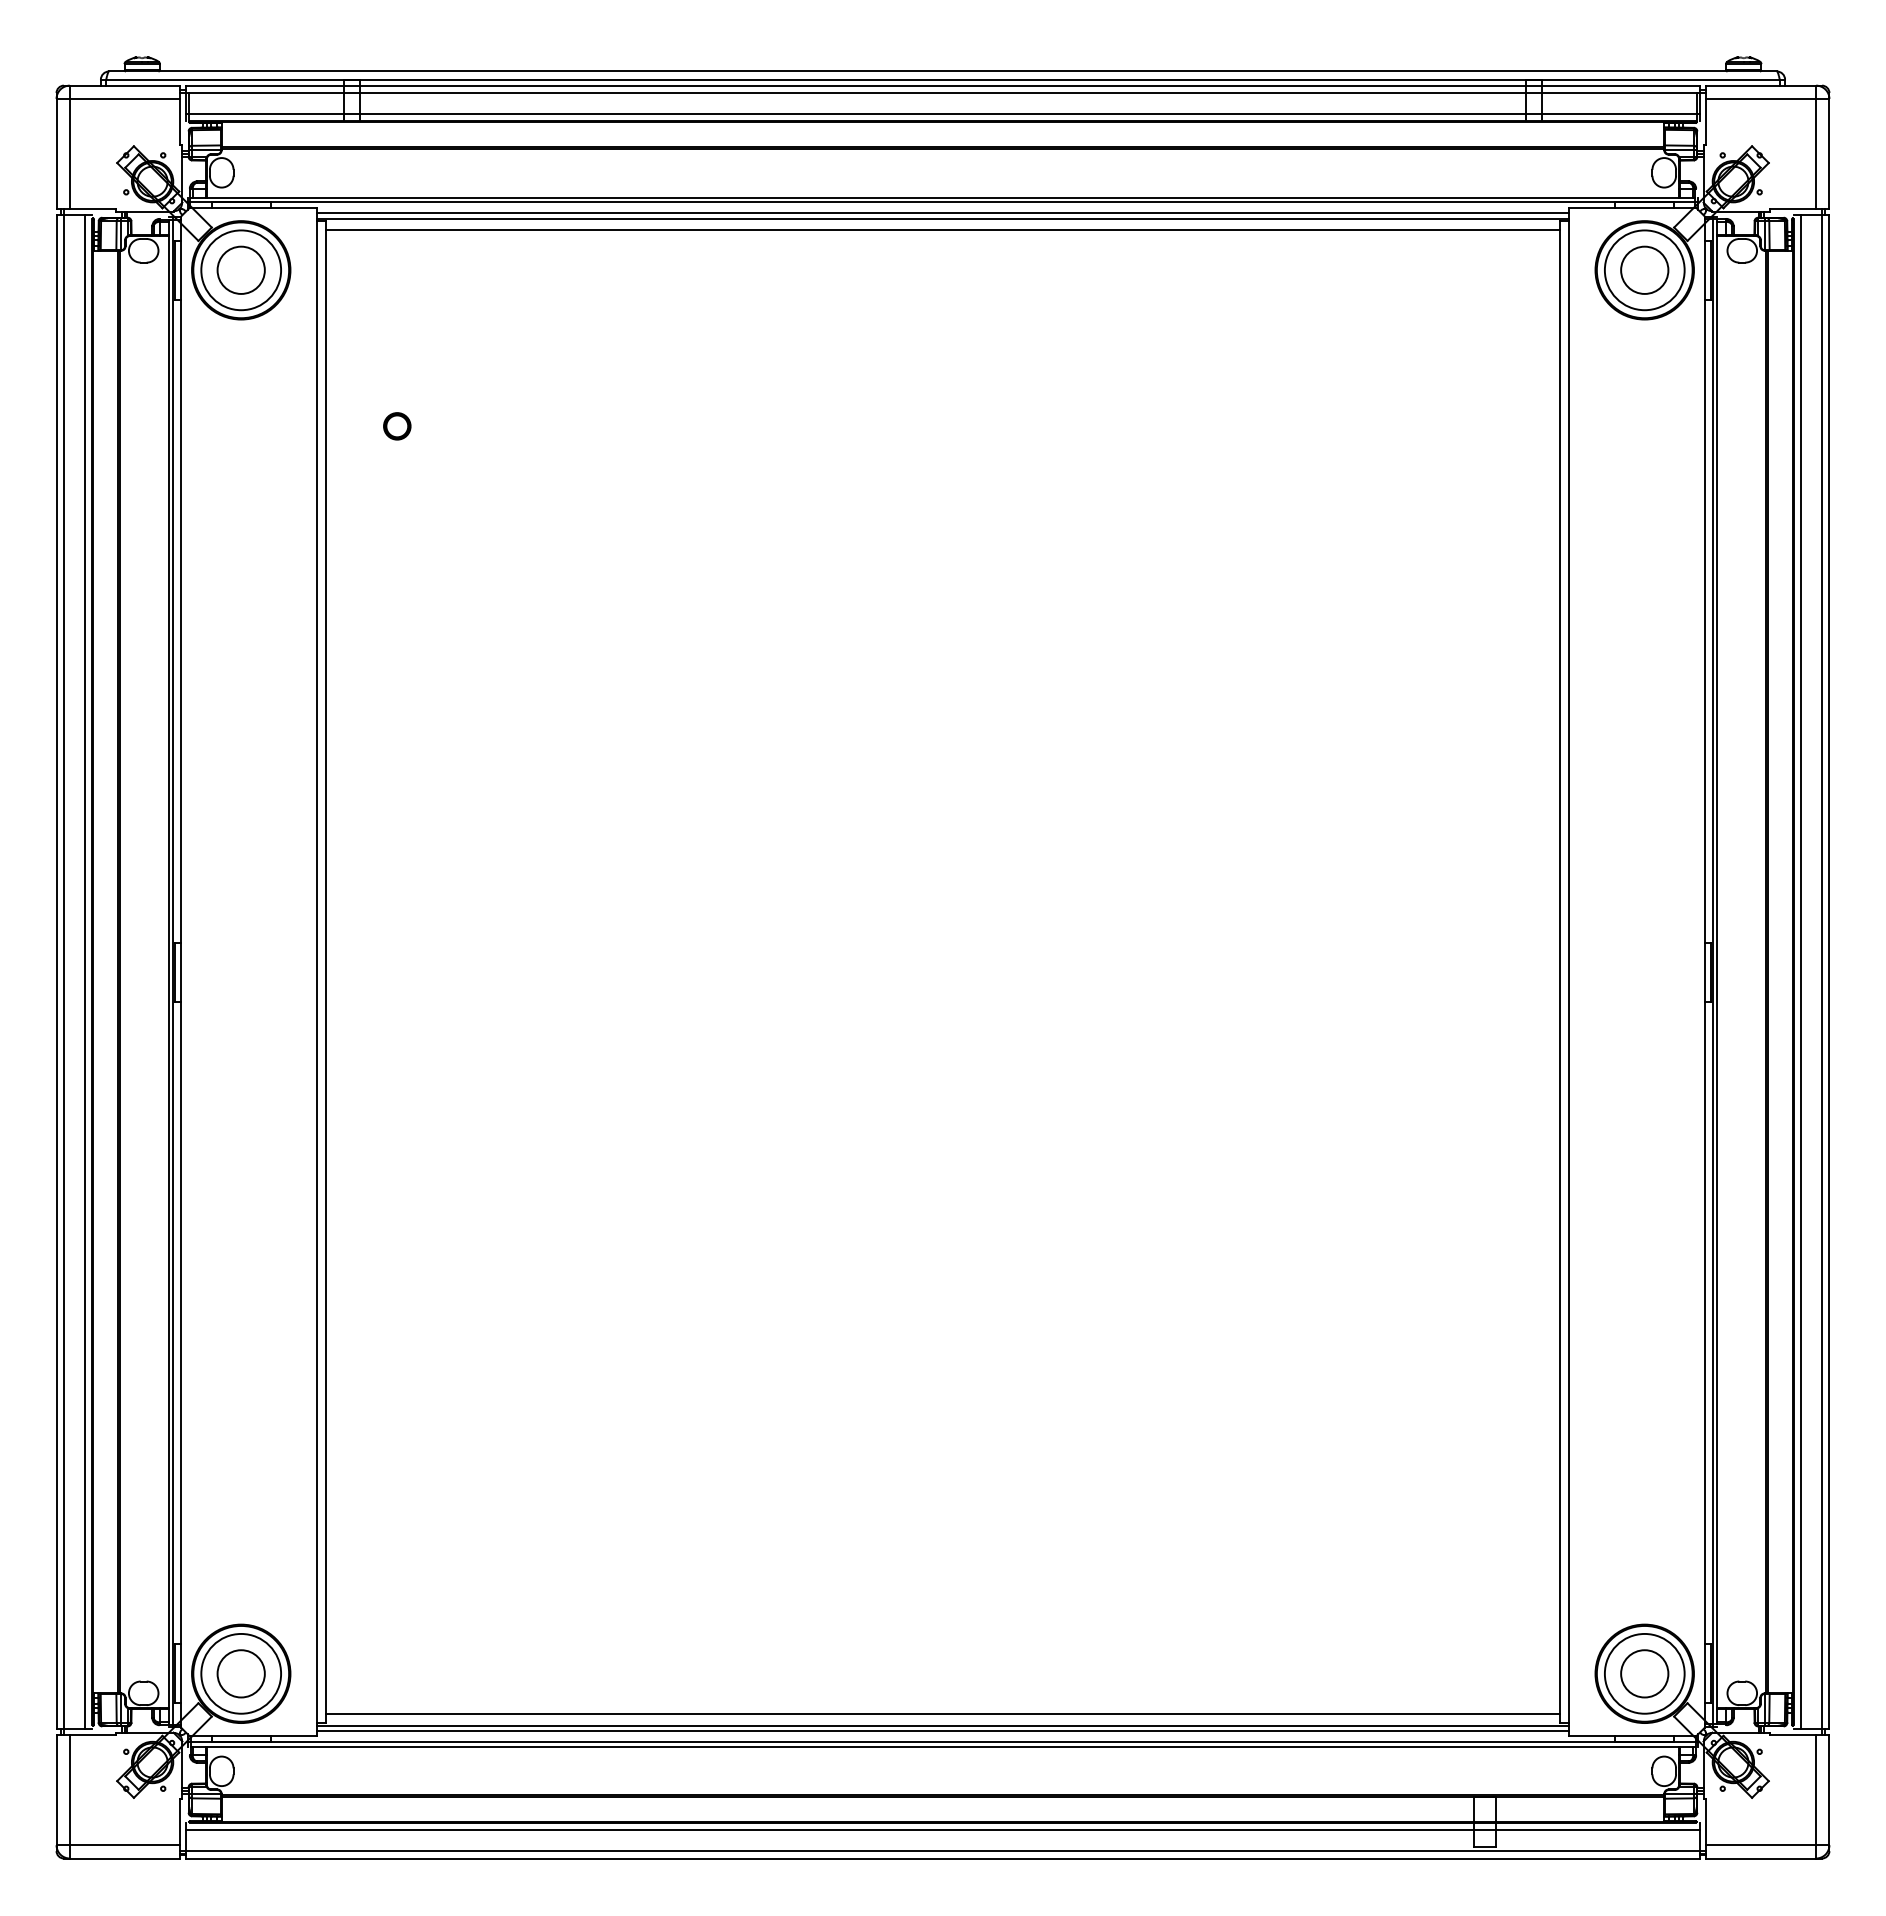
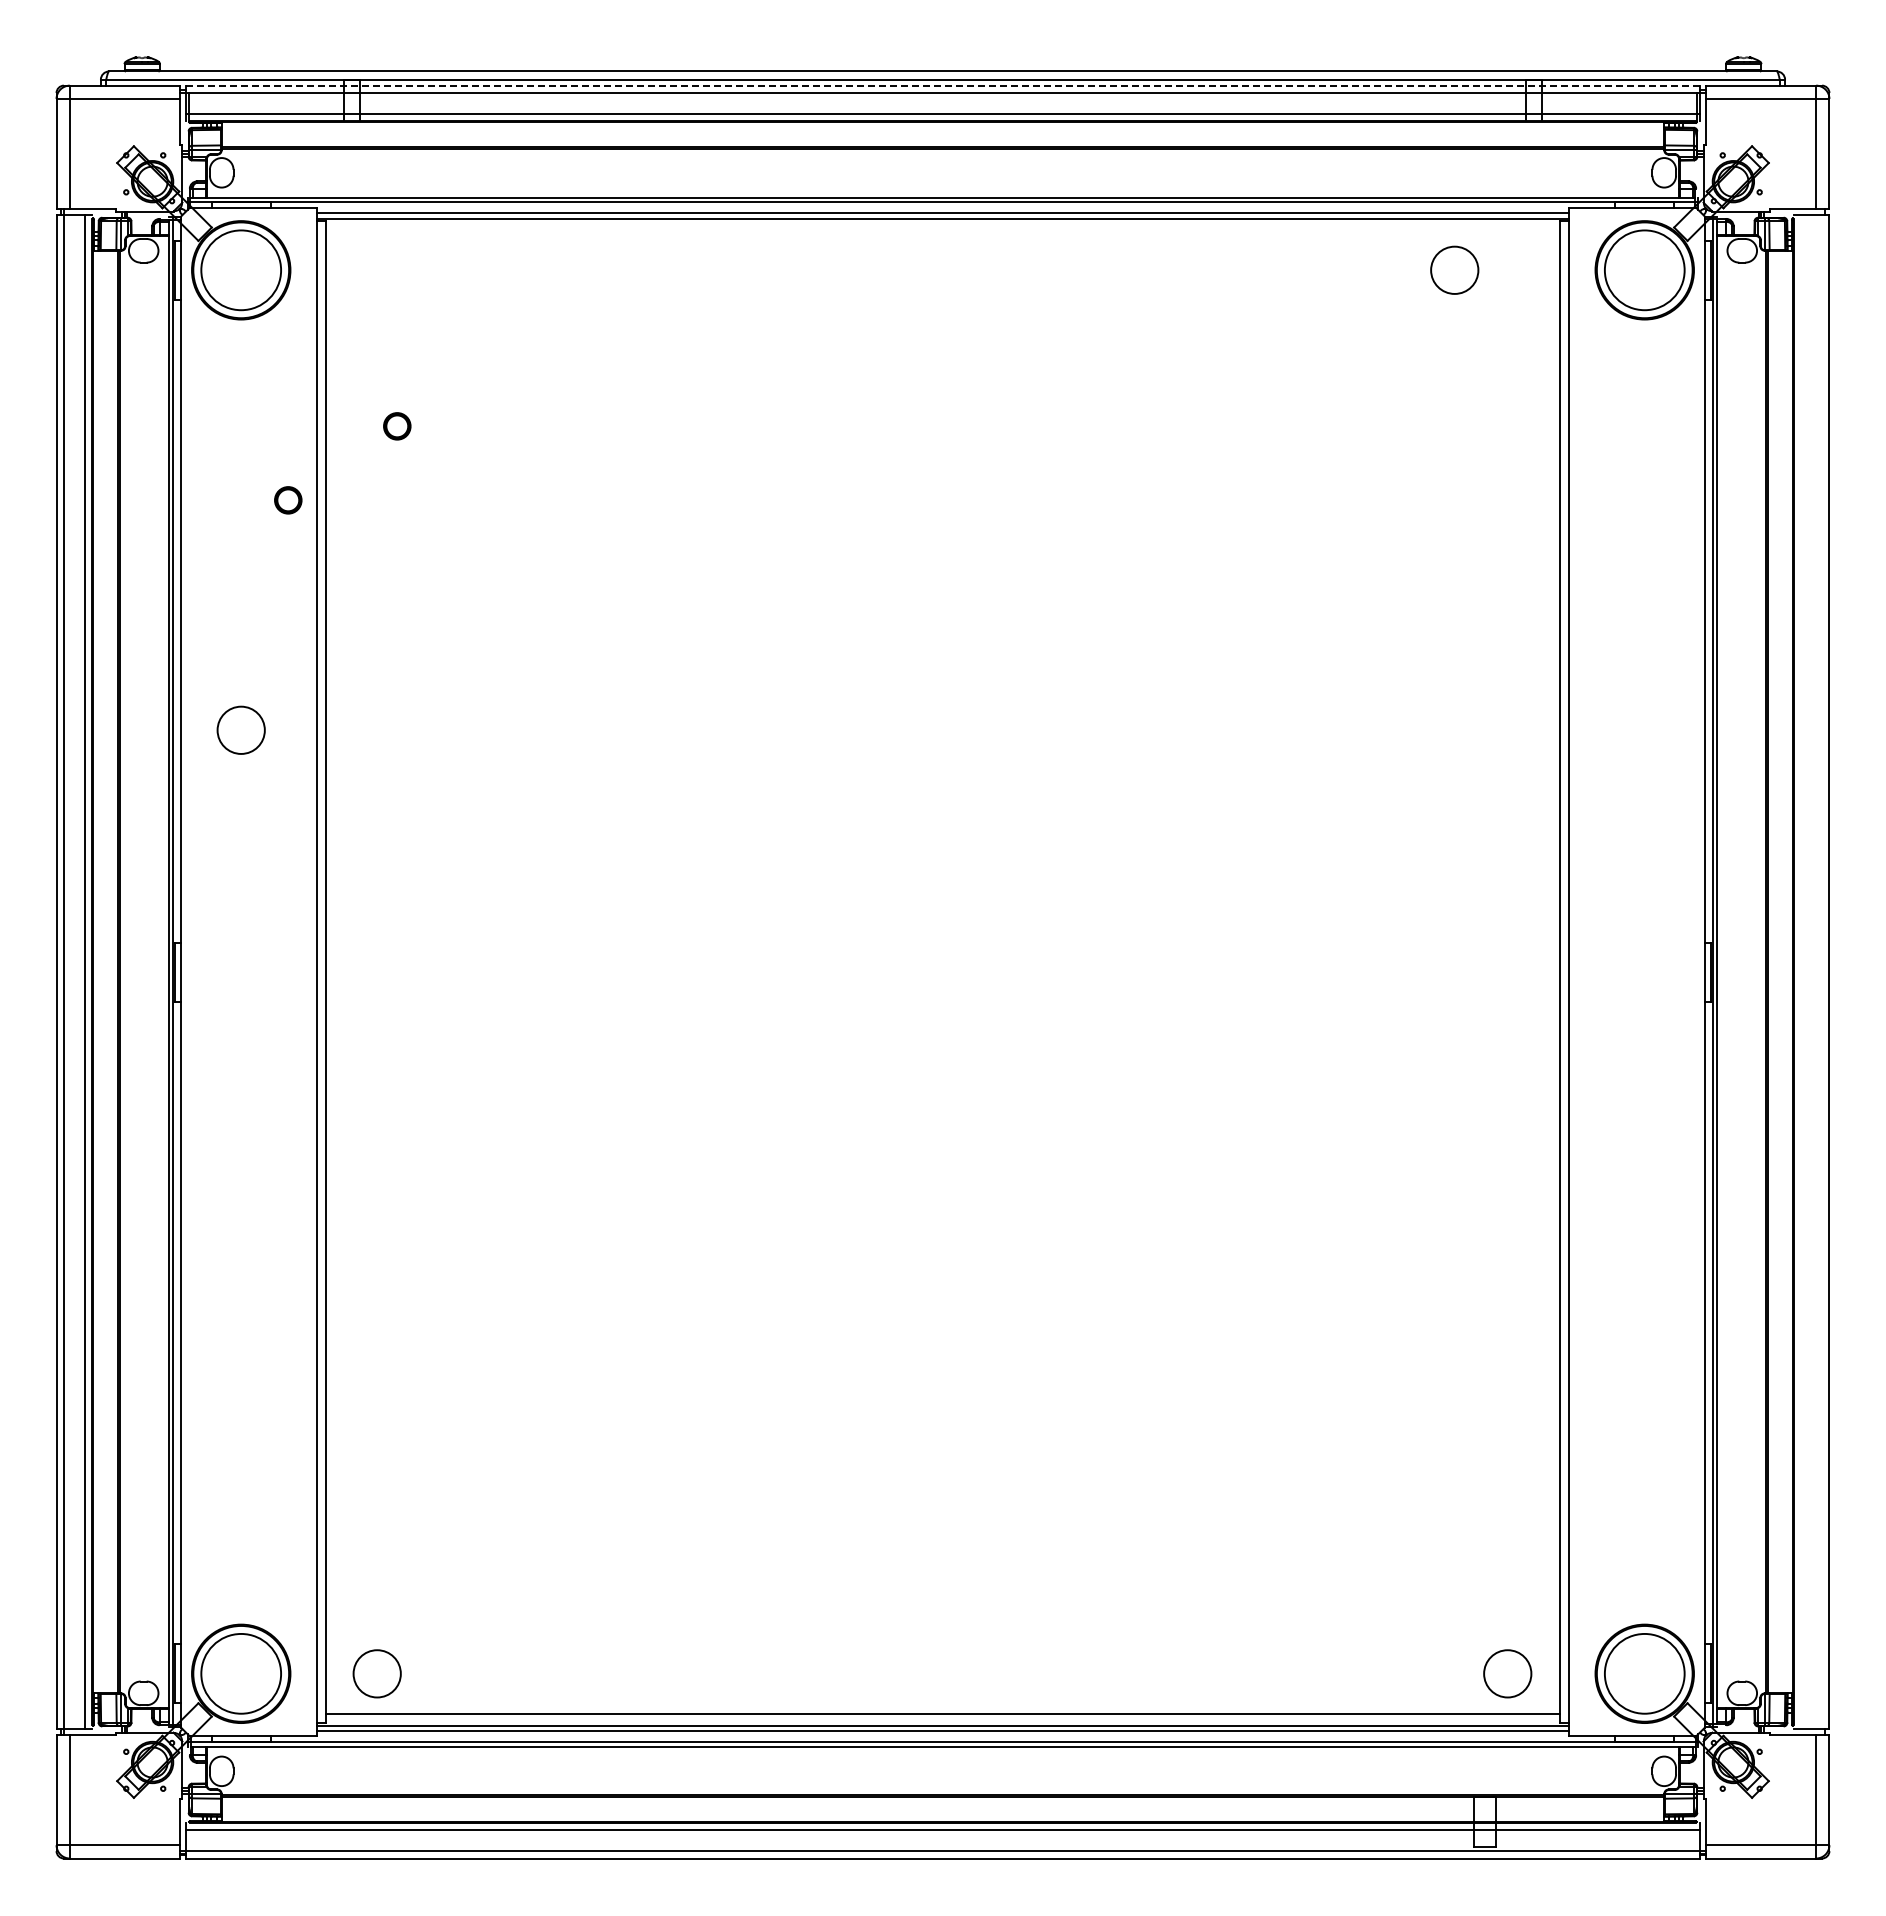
line at (942, 85): solid -> dashed
line at (942, 230): present -> none
circle at (240, 269) position: (240, 269) -> (240, 729)
circle at (1644, 269) position: (1644, 269) -> (1454, 269)
part at (288, 500): none -> present
line at (1801, 971): present -> none
line at (1822, 971): present -> none
circle at (240, 1673) position: (240, 1673) -> (376, 1673)
circle at (1644, 1673) position: (1644, 1673) -> (1507, 1673)
